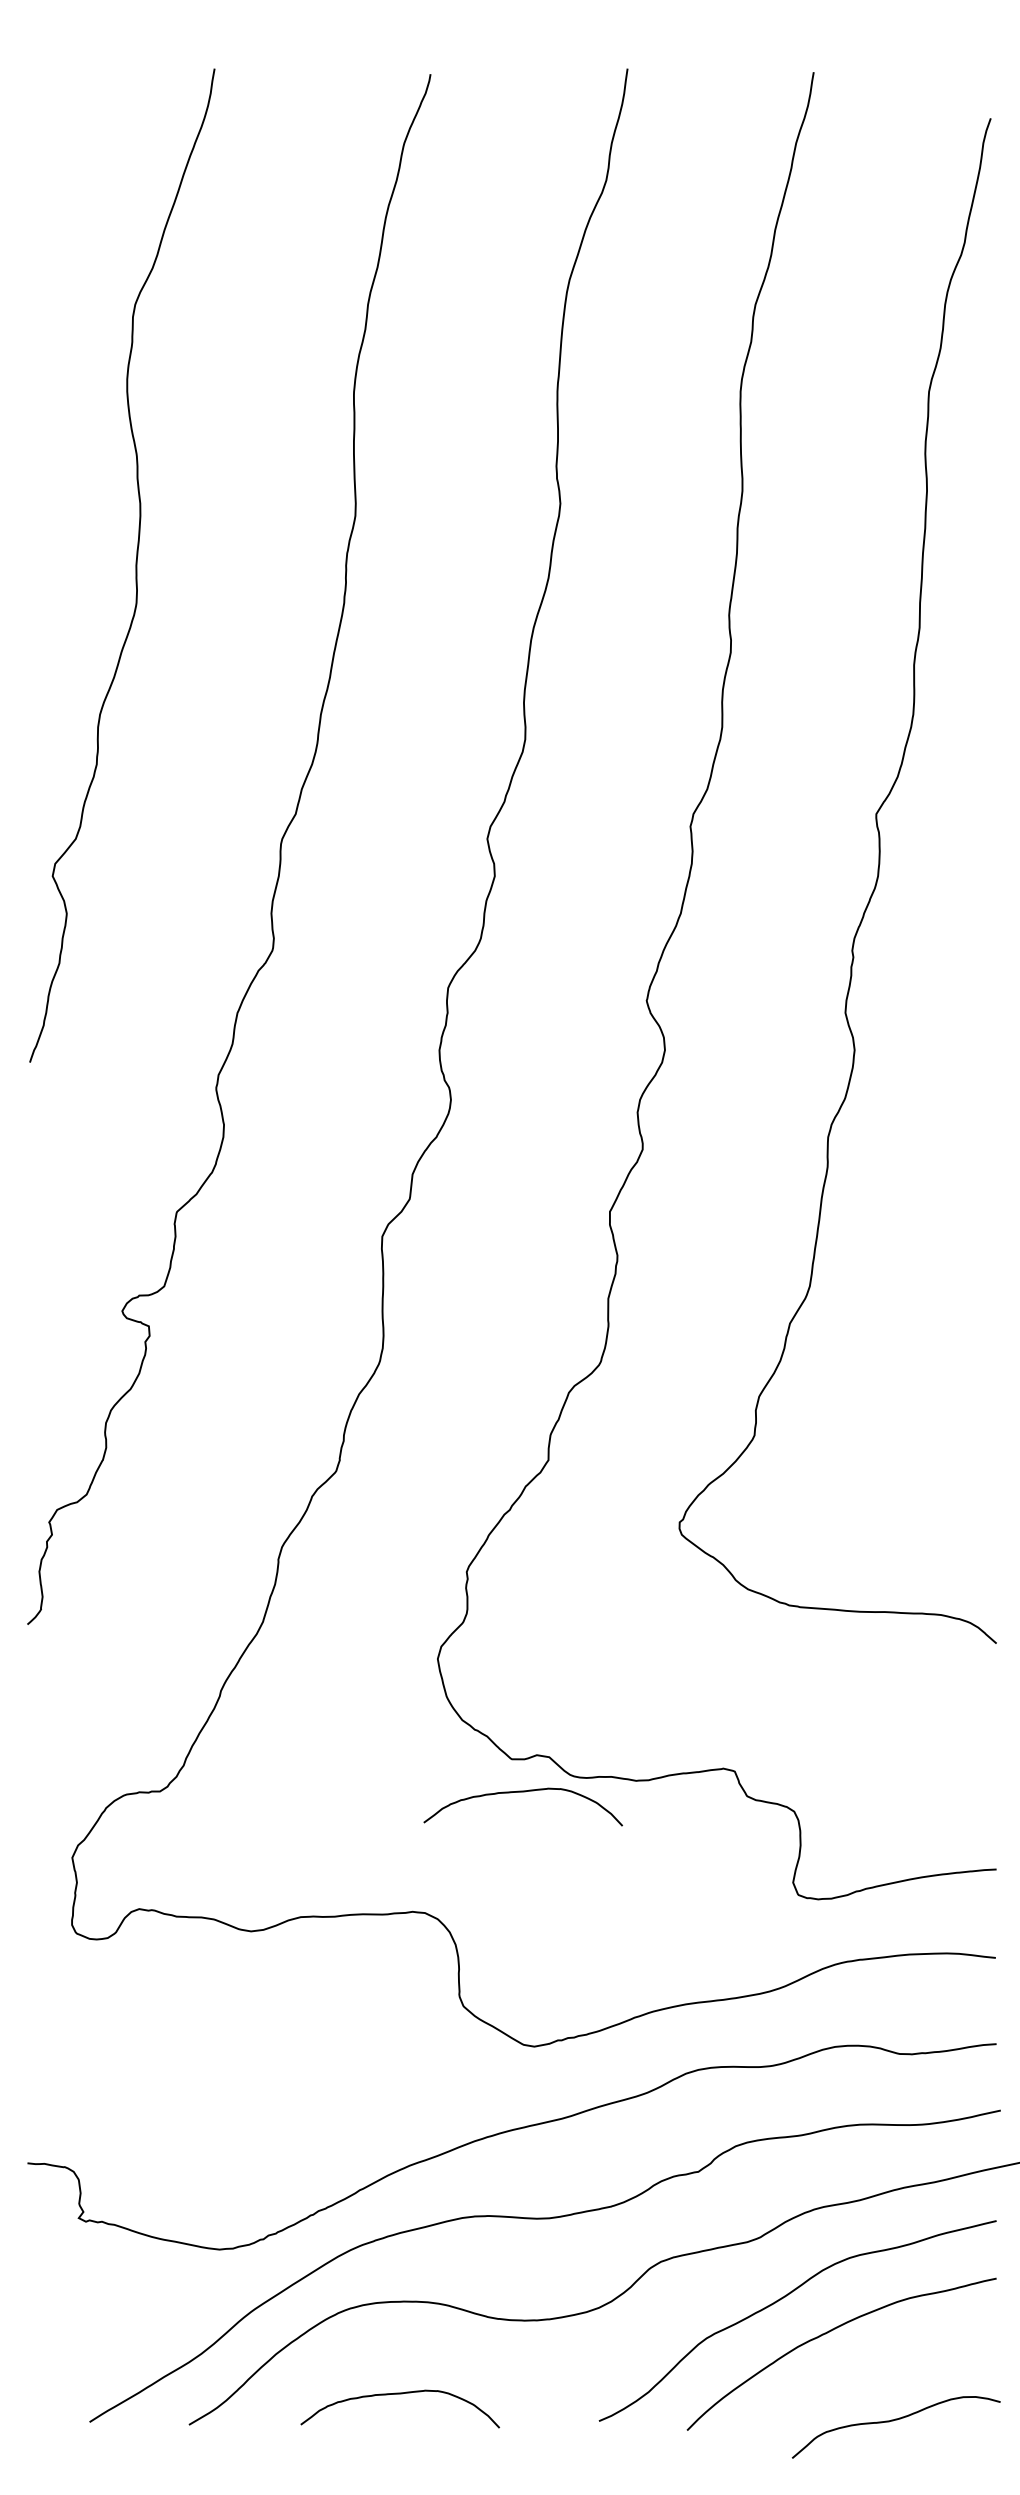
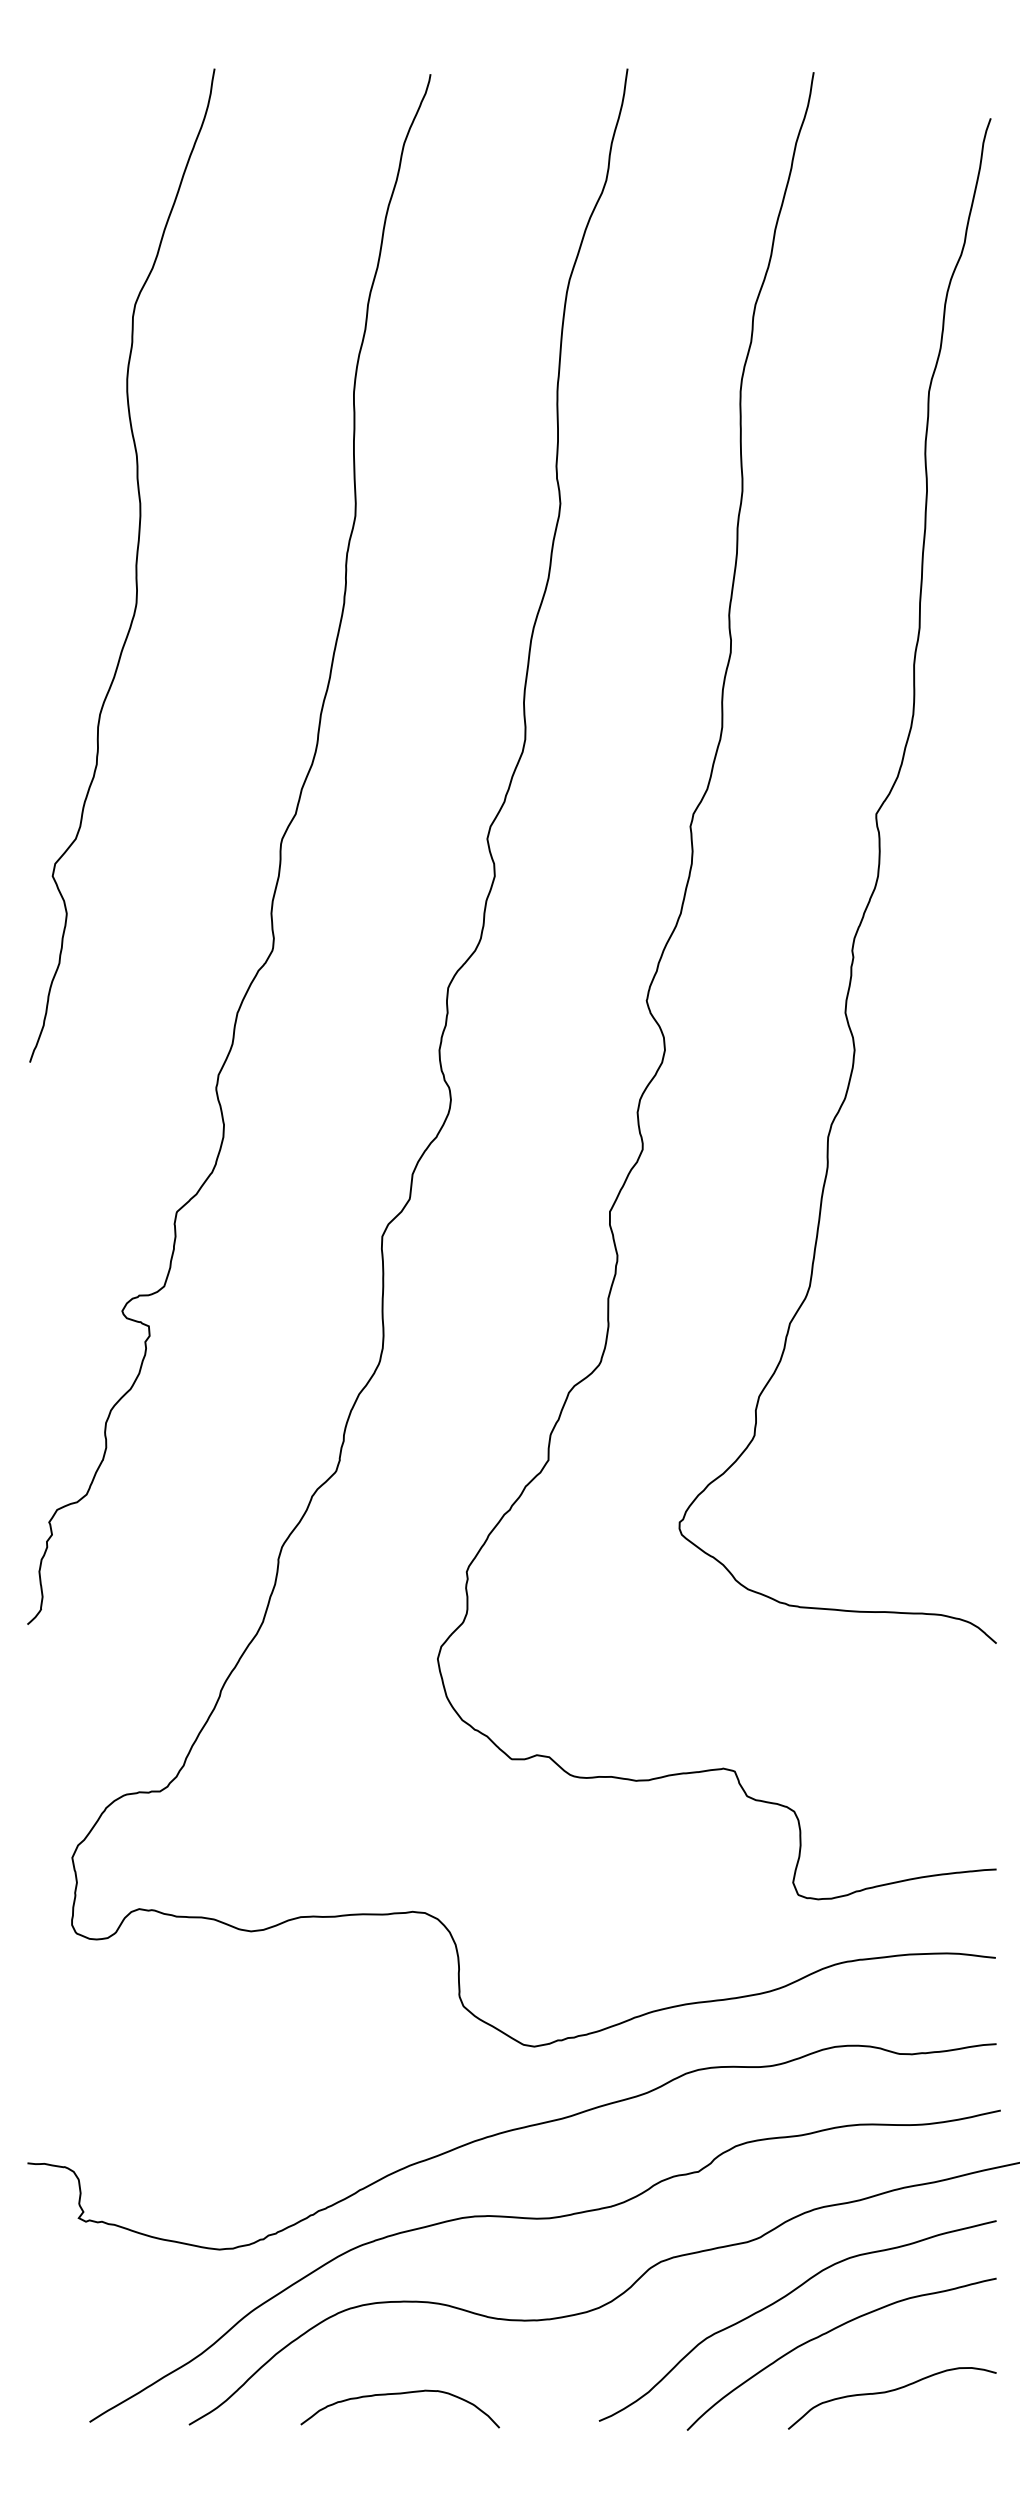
curve at (522, 1792): present -> none
curve at (893, 2421) position: (893, 2421) -> (889, 2392)
